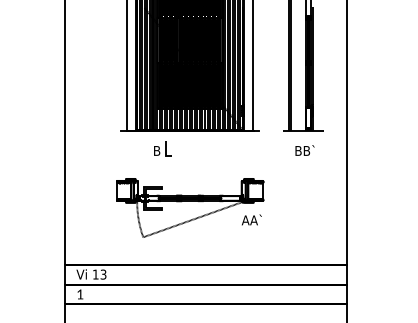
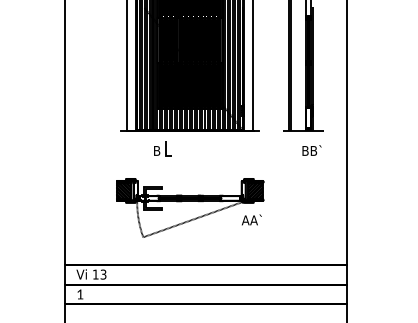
text at (304, 150) position: (304, 150) -> (311, 150)
hatch at (123, 190): none -> present
hatch at (255, 190): none -> present
